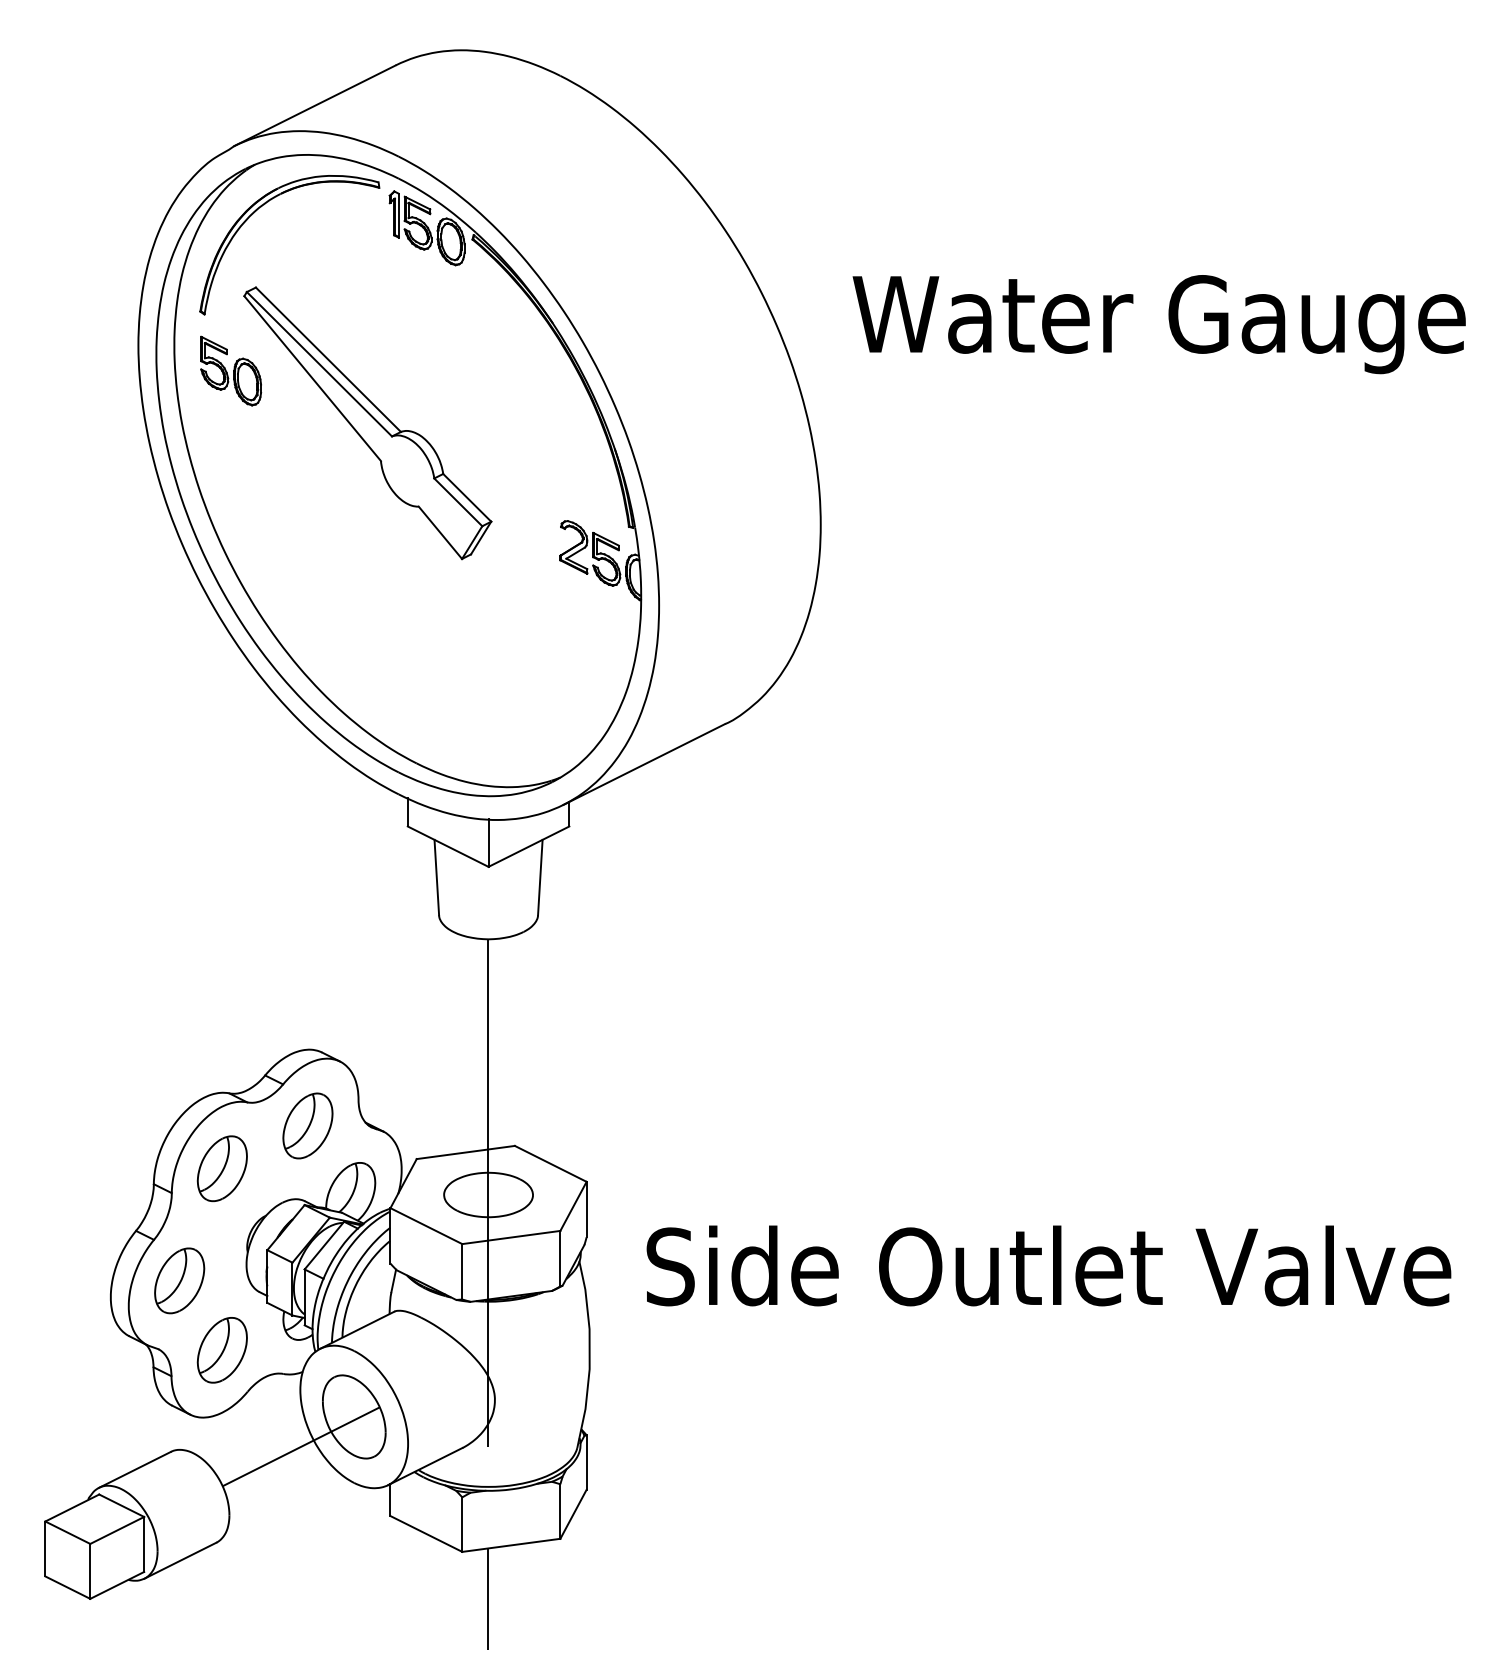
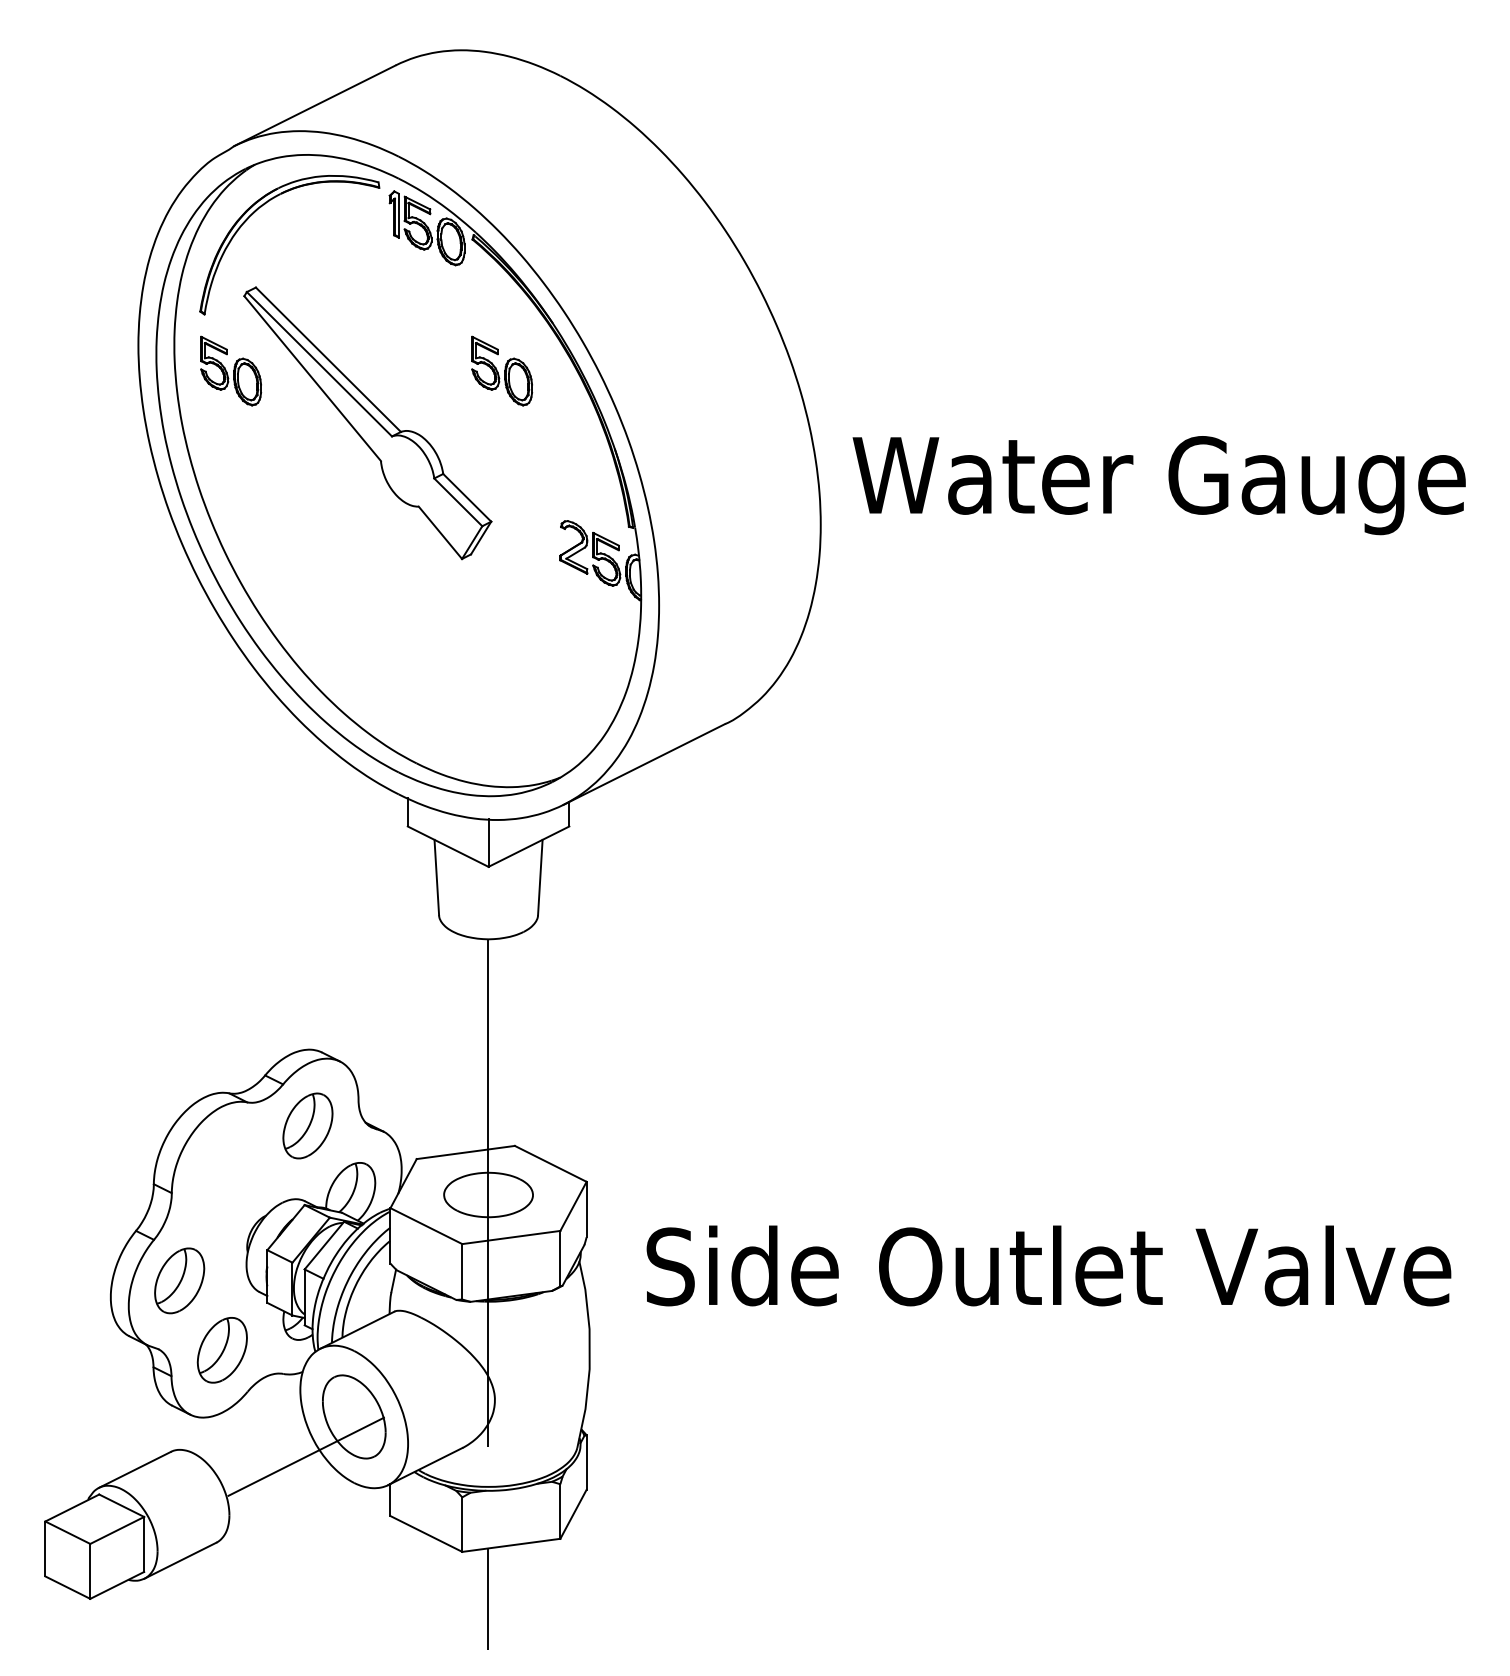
text at (1158, 324) position: (1158, 324) -> (1158, 485)
part at (502, 370): none -> present
part at (221, 1168): present -> none
line at (300, 1446) position: (300, 1446) -> (305, 1456)
